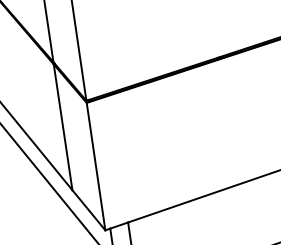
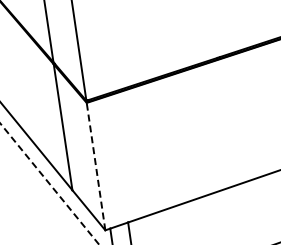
line at (95, 166): solid -> dashed
line at (49, 184): solid -> dashed
